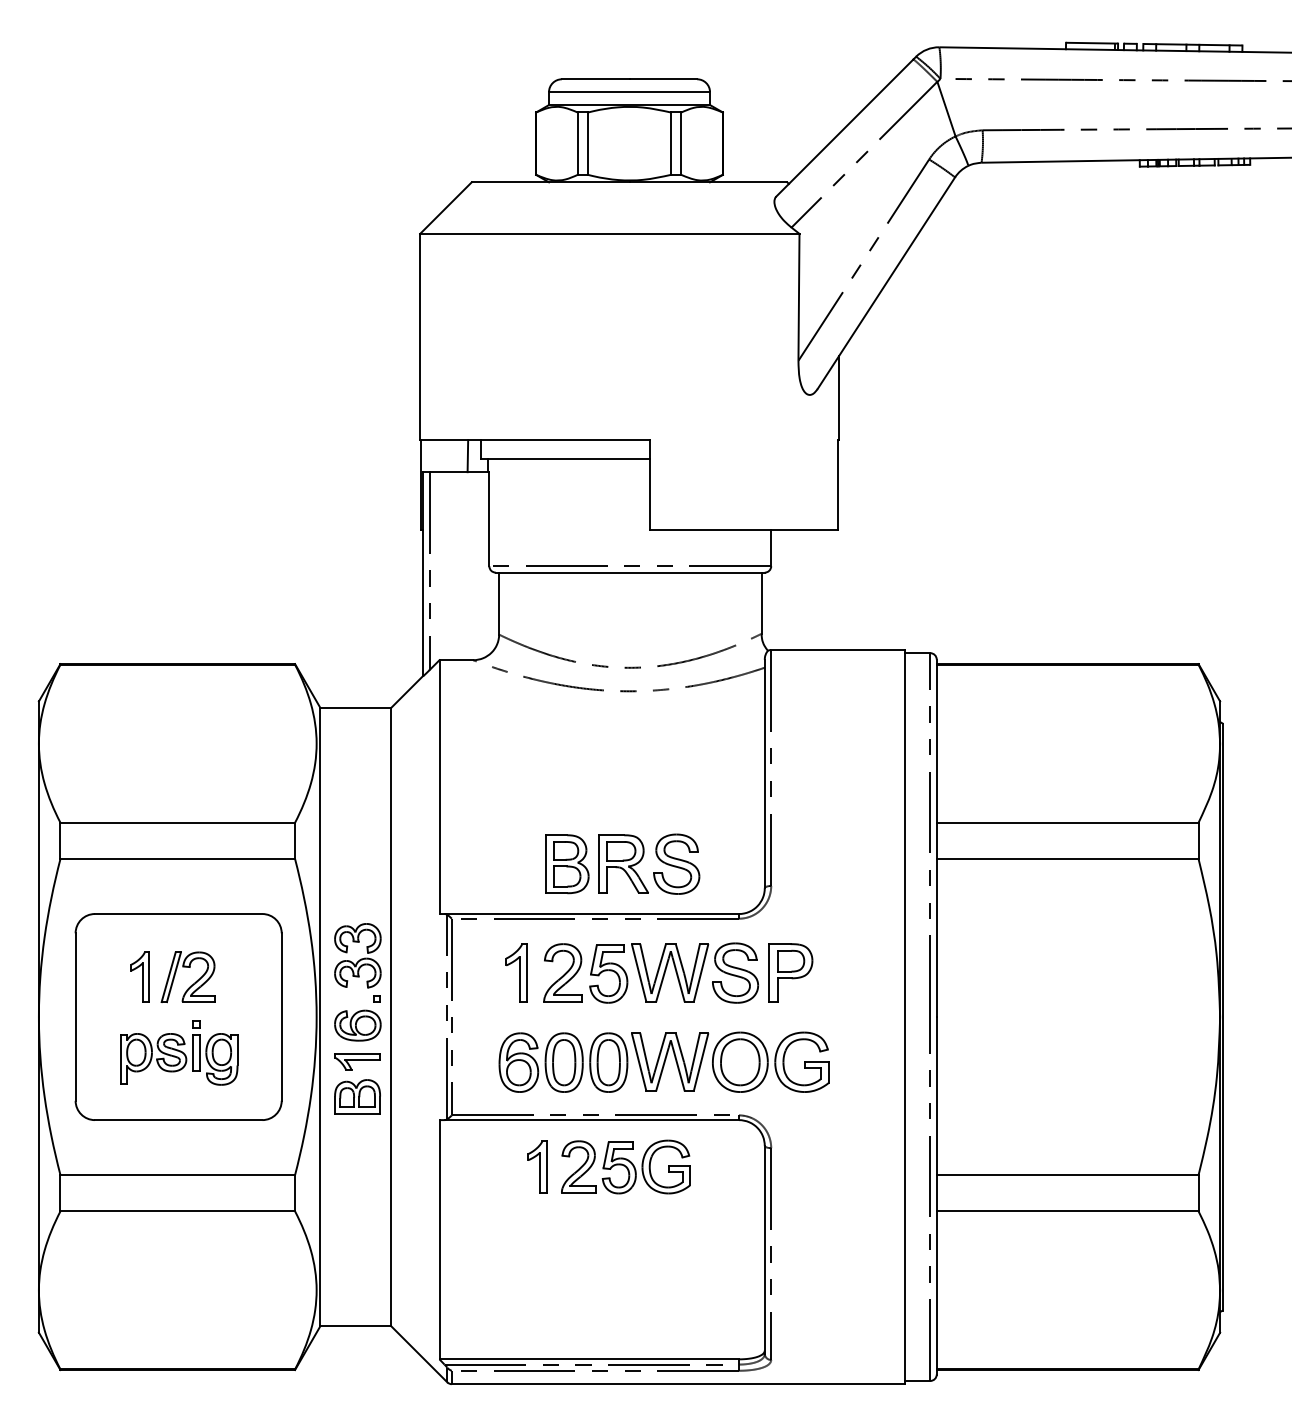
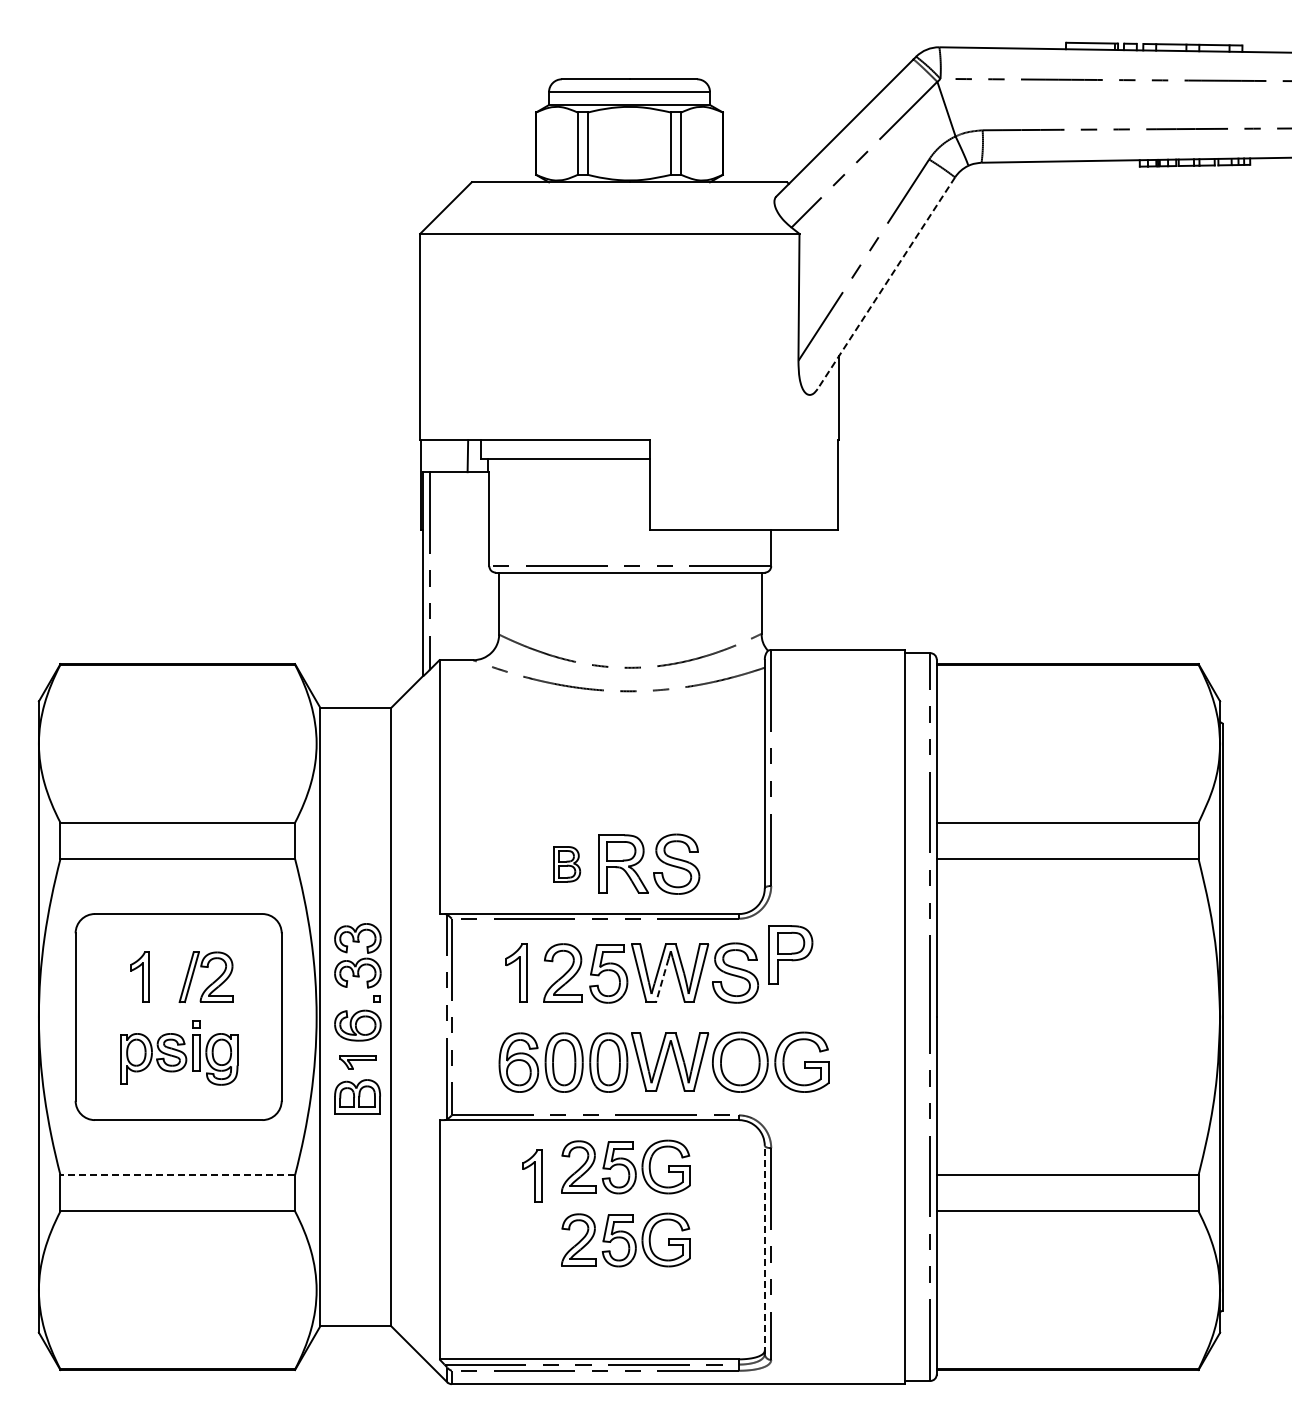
line at (886, 283): solid -> dashed
part at (567, 864) size: 45x61 px -> 29x37 px
part at (790, 972) position: (790, 972) -> (790, 954)
line at (662, 981): solid -> dashed
part at (193, 983) position: (193, 983) -> (211, 983)
part at (357, 1061) size: 47x18 px -> 38x15 px
part at (537, 1166) position: (537, 1166) -> (532, 1175)
line at (177, 1175): solid -> dashed
part at (625, 1239): none -> present
line at (764, 1249): solid -> dashed
